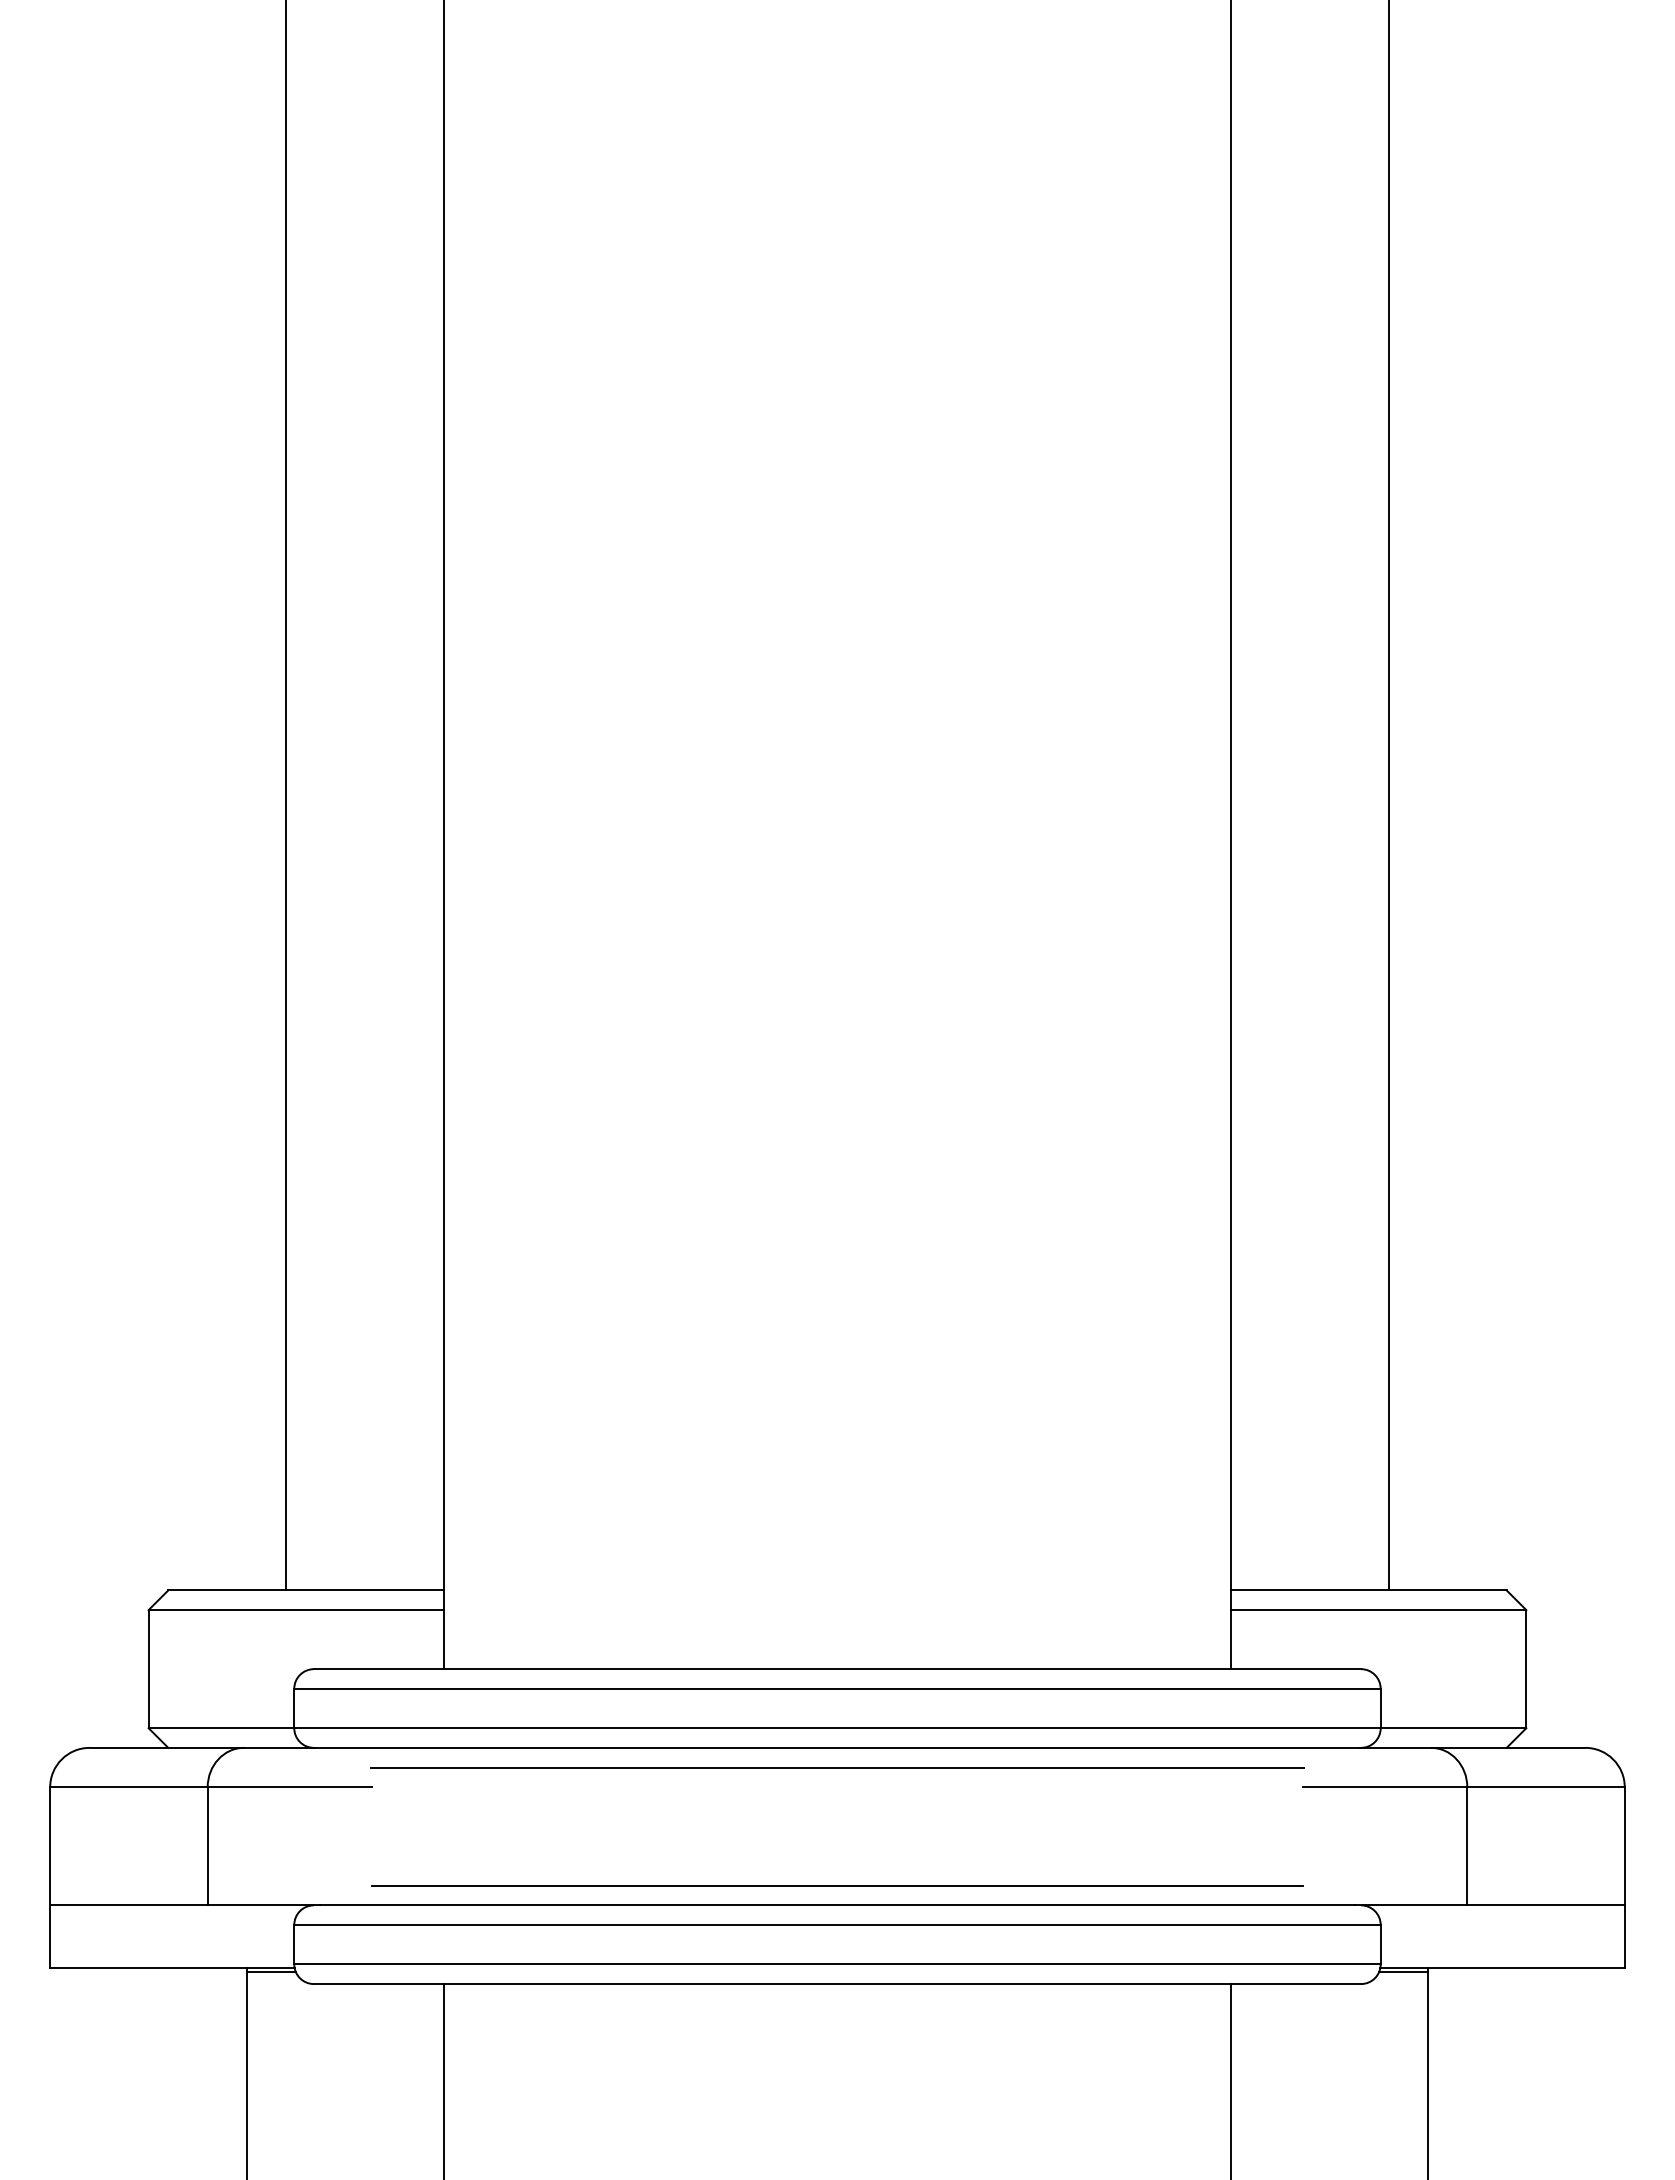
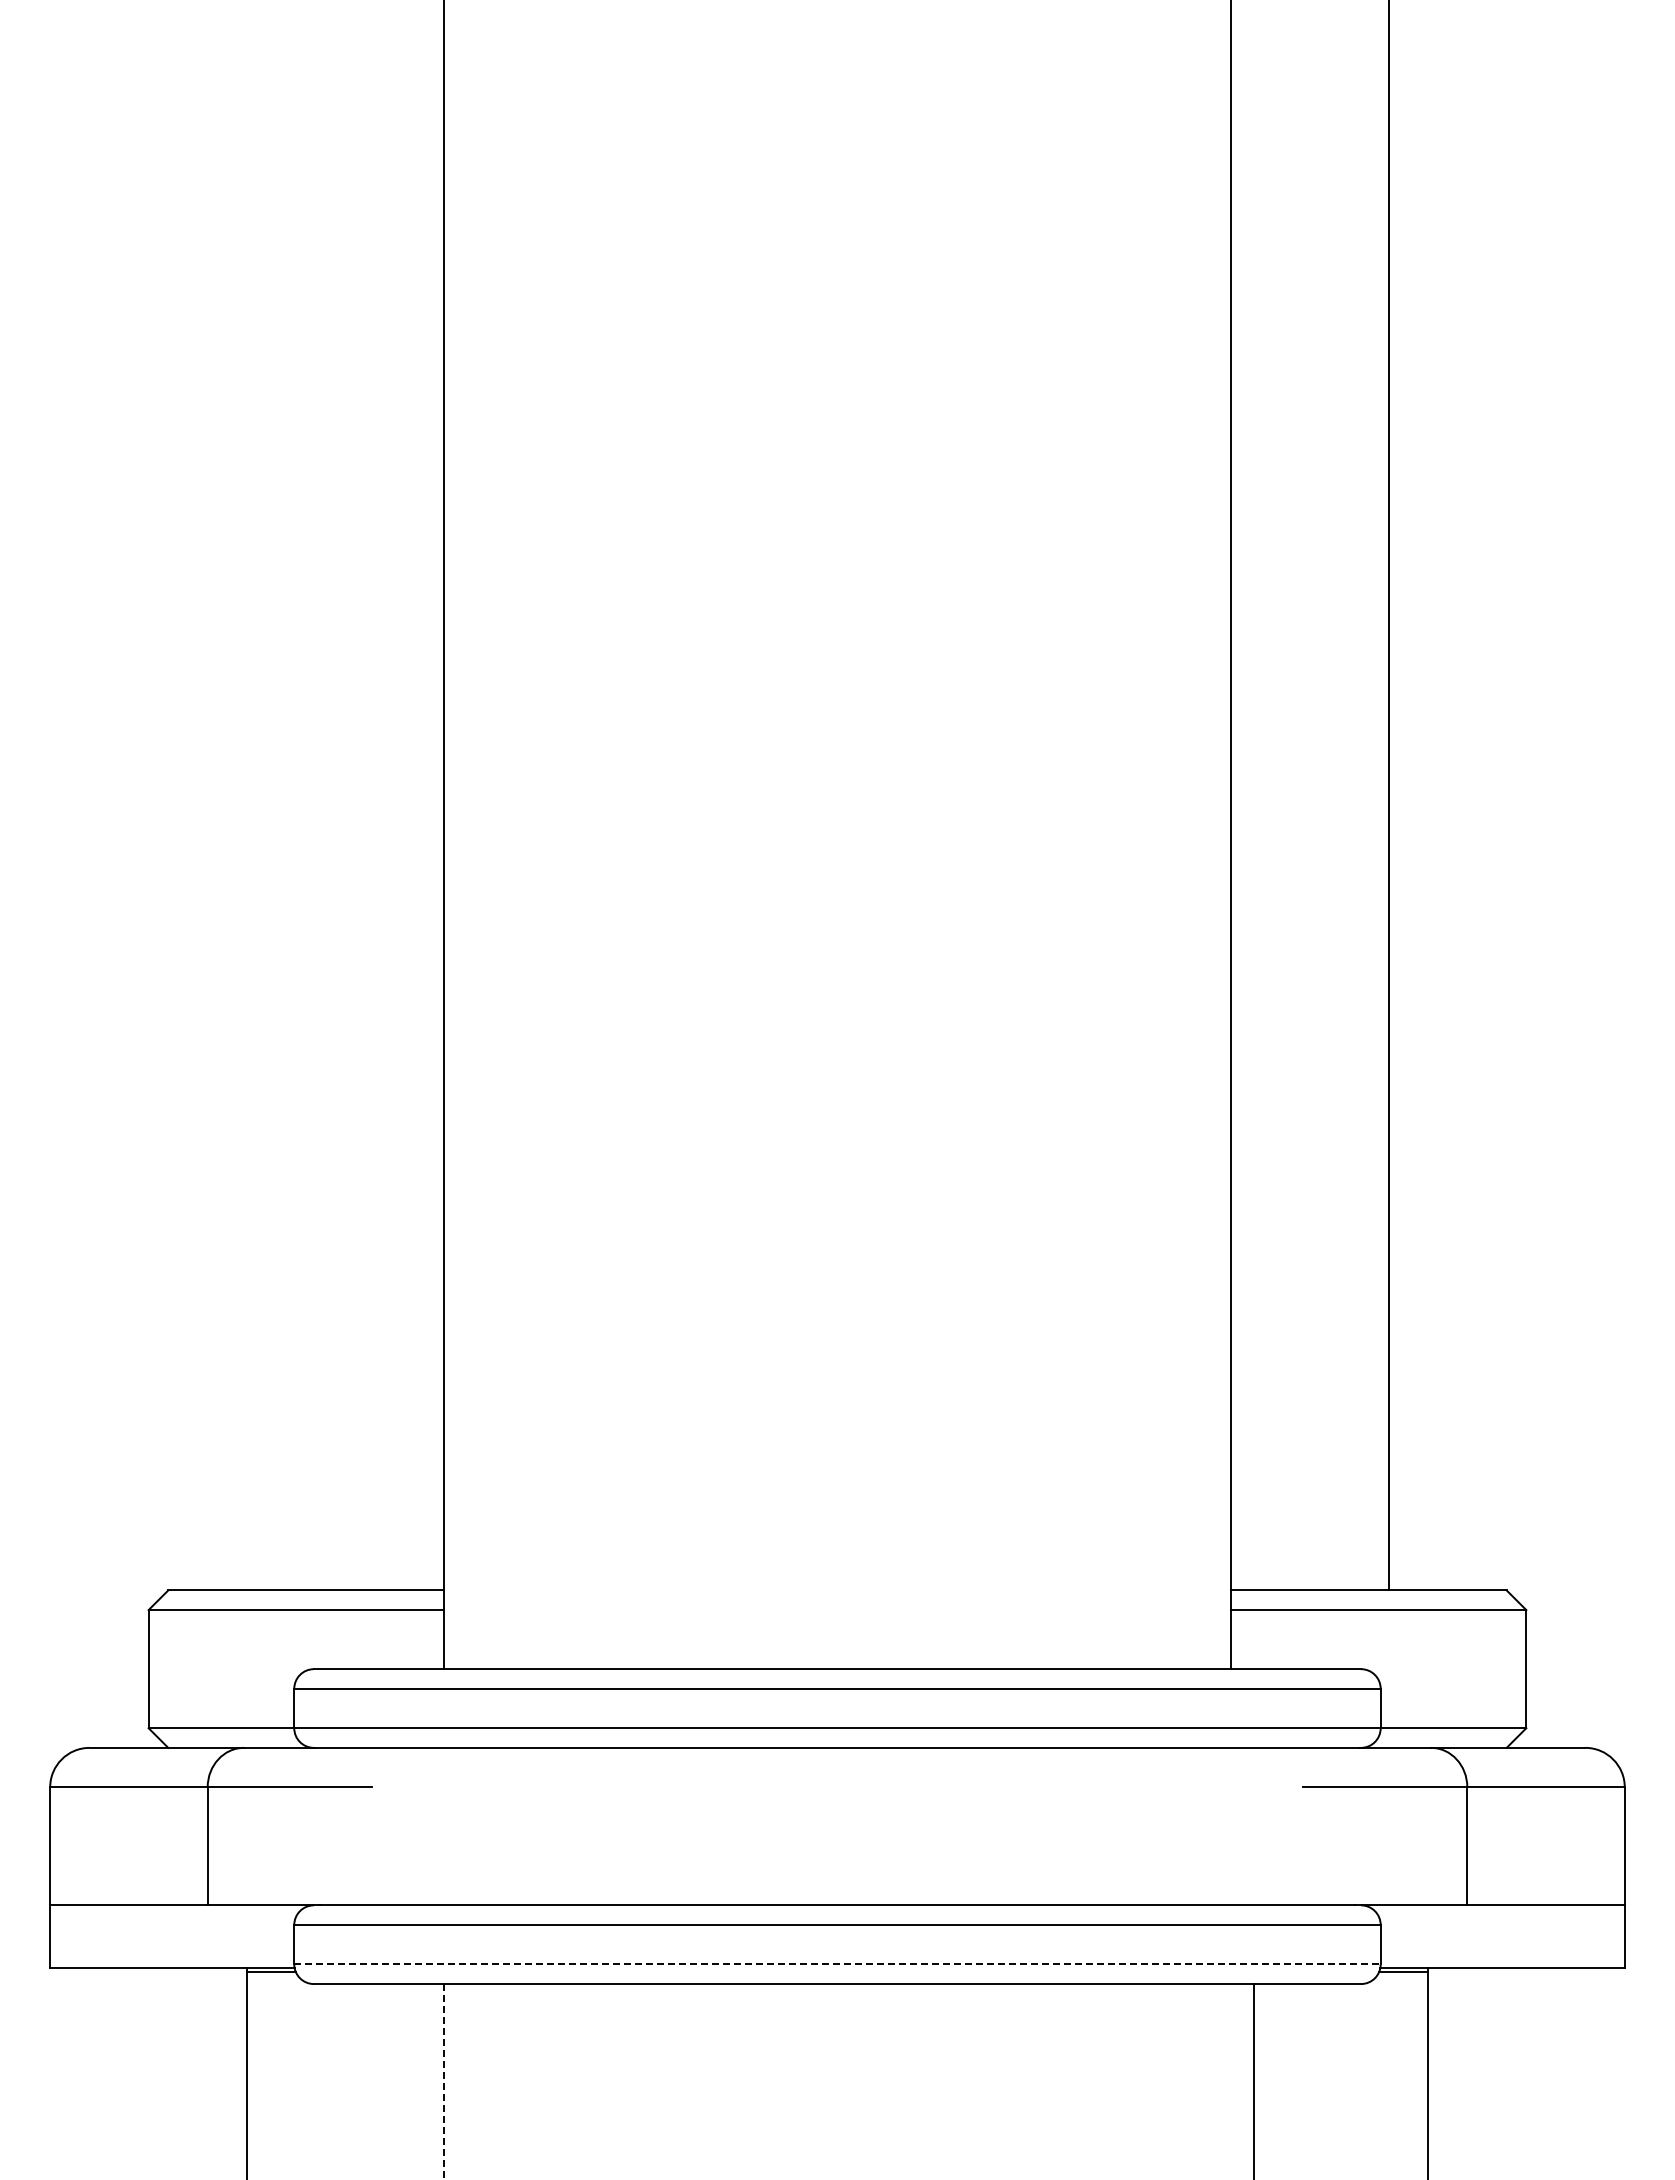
line at (286, 796): present -> none
line at (837, 1767): present -> none
line at (837, 1885): present -> none
line at (837, 1964): solid -> dashed
line at (1231, 2080) position: (1231, 2080) -> (1254, 2080)
line at (443, 2082): solid -> dashed
